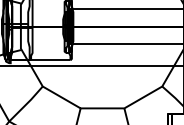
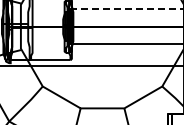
line at (127, 9): solid -> dashed
